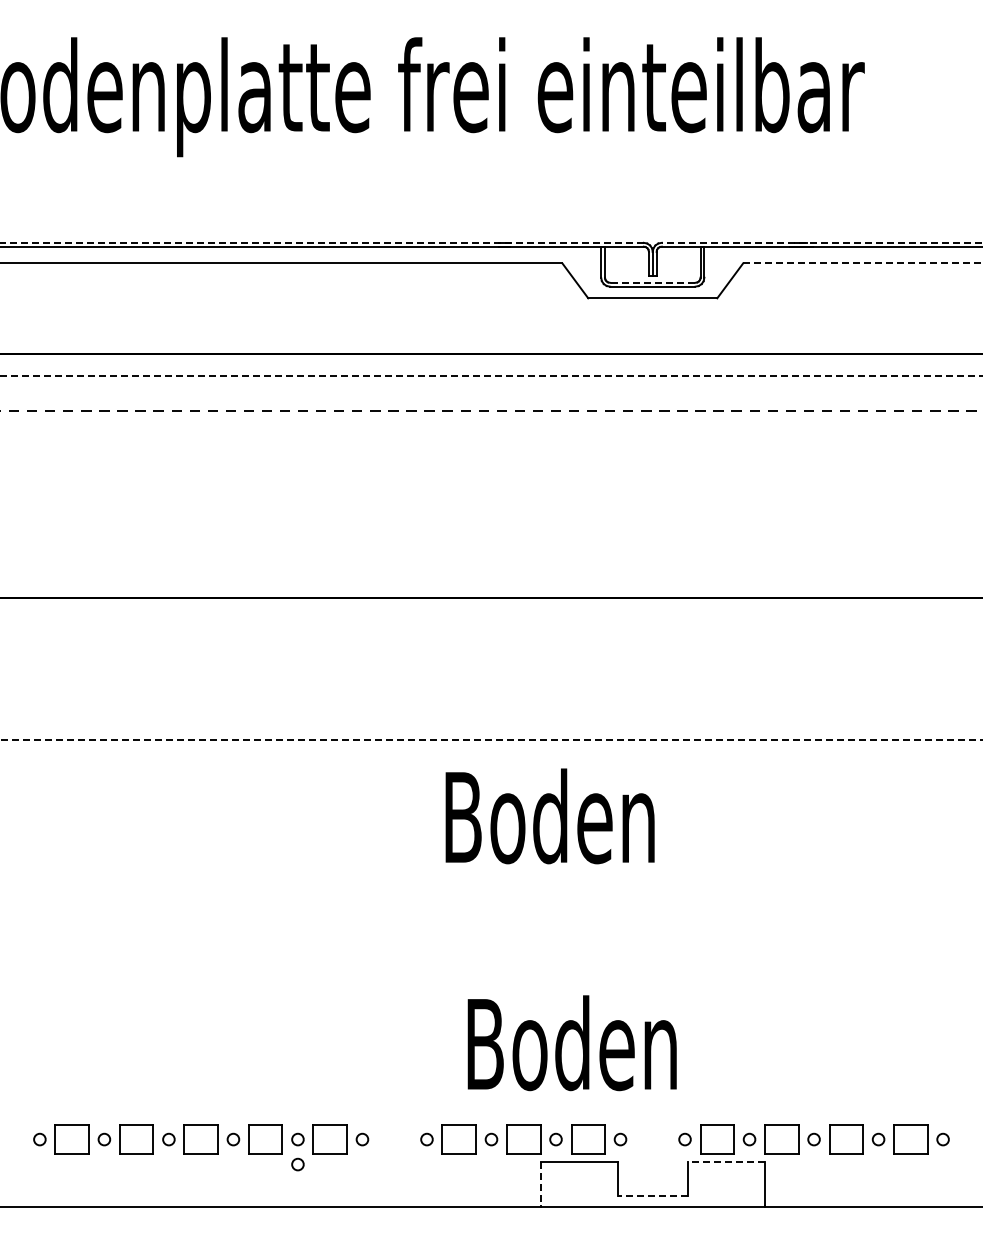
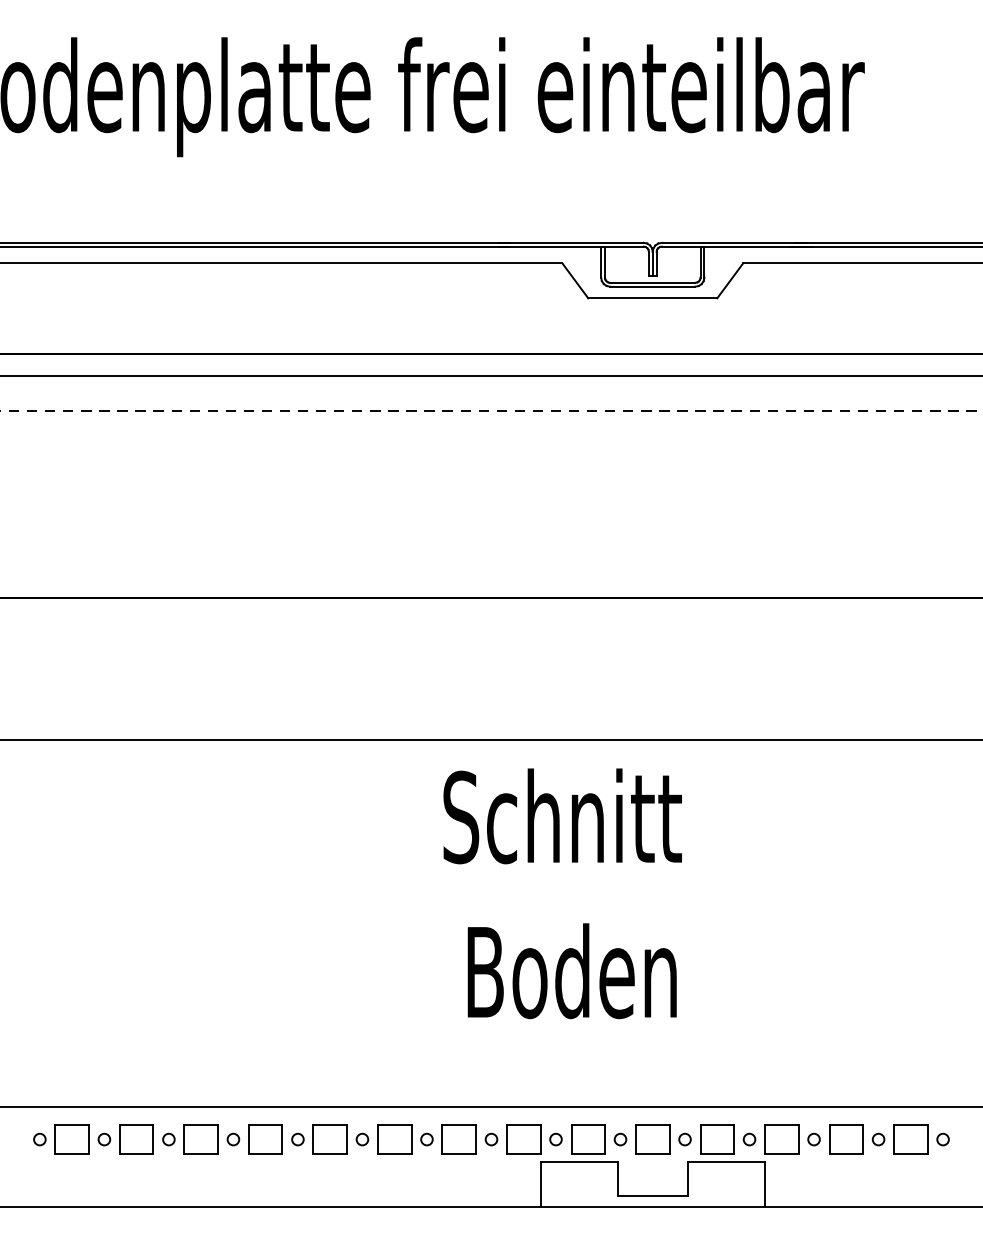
line at (321, 242): dashed -> solid
line at (821, 242): dashed -> solid
line at (863, 263): dashed -> solid
line at (652, 282): dashed -> solid
line at (491, 375): dashed -> solid
line at (491, 739): dashed -> solid
text at (562, 816): Boden -> Schnitt
text at (571, 1043) position: (571, 1043) -> (571, 971)
line at (490, 1107): none -> present
part at (394, 1139): none -> present
part at (652, 1139): none -> present
line at (726, 1161): dashed -> solid
circle at (297, 1164): present -> none
line at (540, 1184): dashed -> solid
line at (652, 1195): dashed -> solid
